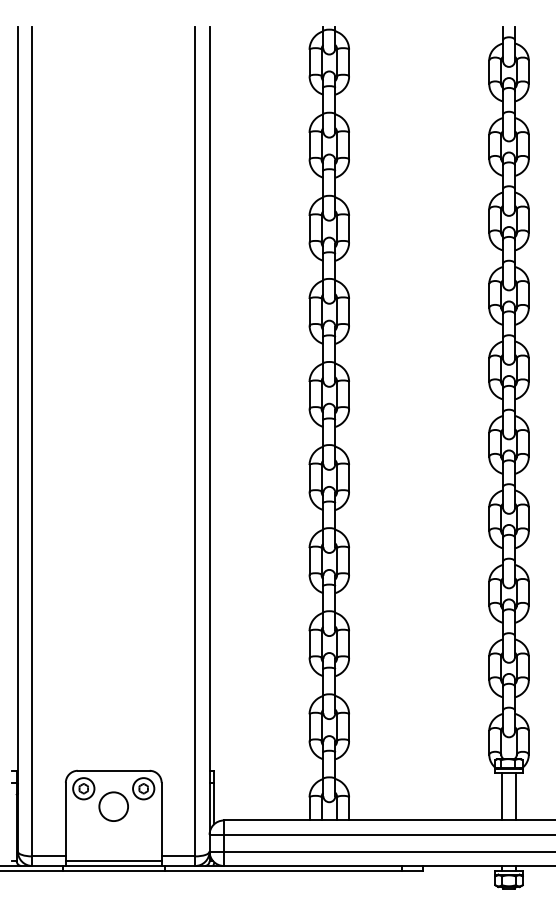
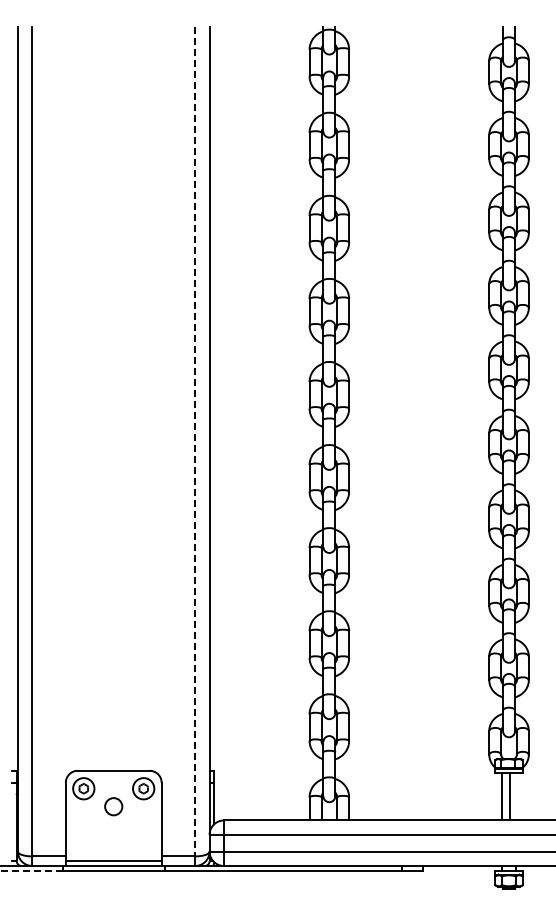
line at (195, 442): solid -> dashed
line at (516, 796) position: (516, 796) -> (510, 796)
circle at (113, 806) diameter: 29 px -> 17 px
line at (31, 870): solid -> dashed
